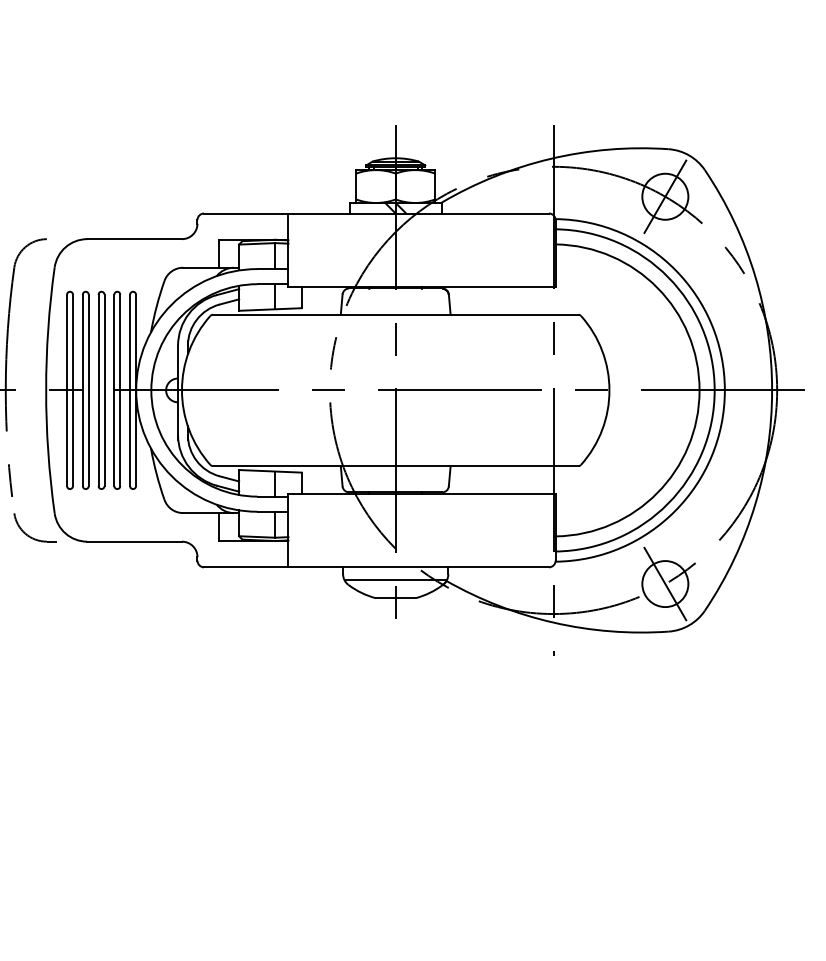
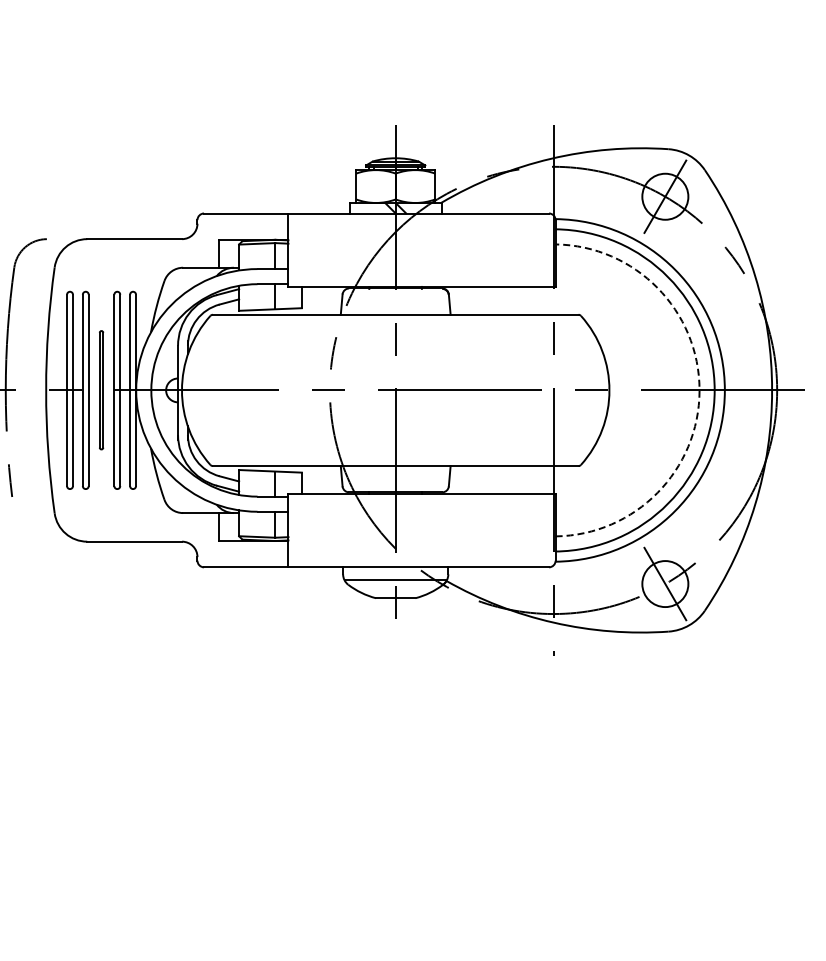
part at (101, 389) size: 9x200 px -> 6x121 px
arc at (699, 390): solid -> dashed
part at (28, 534): present -> none
